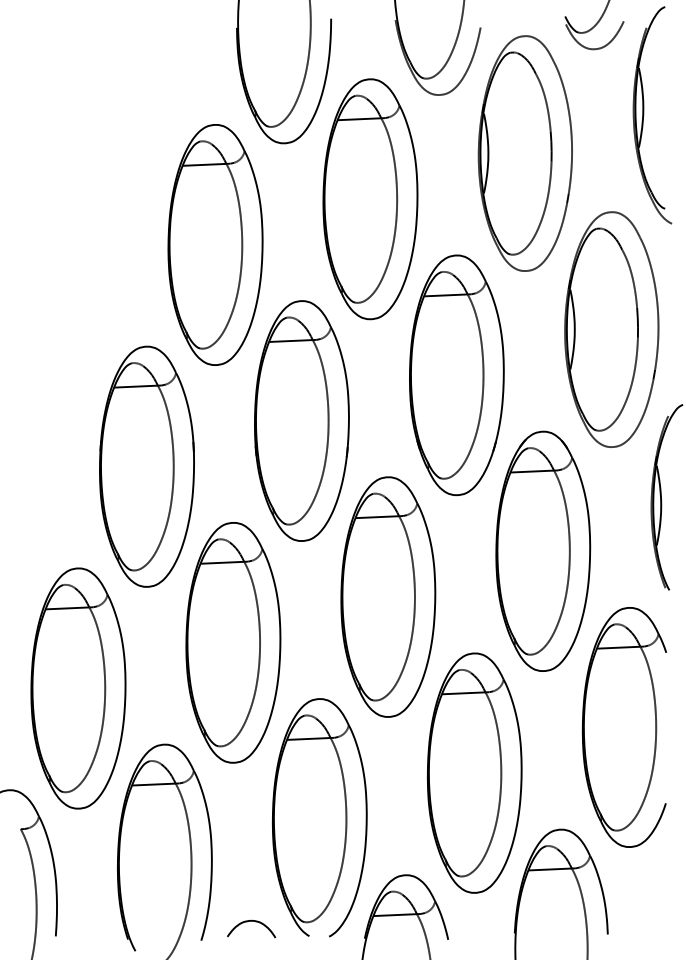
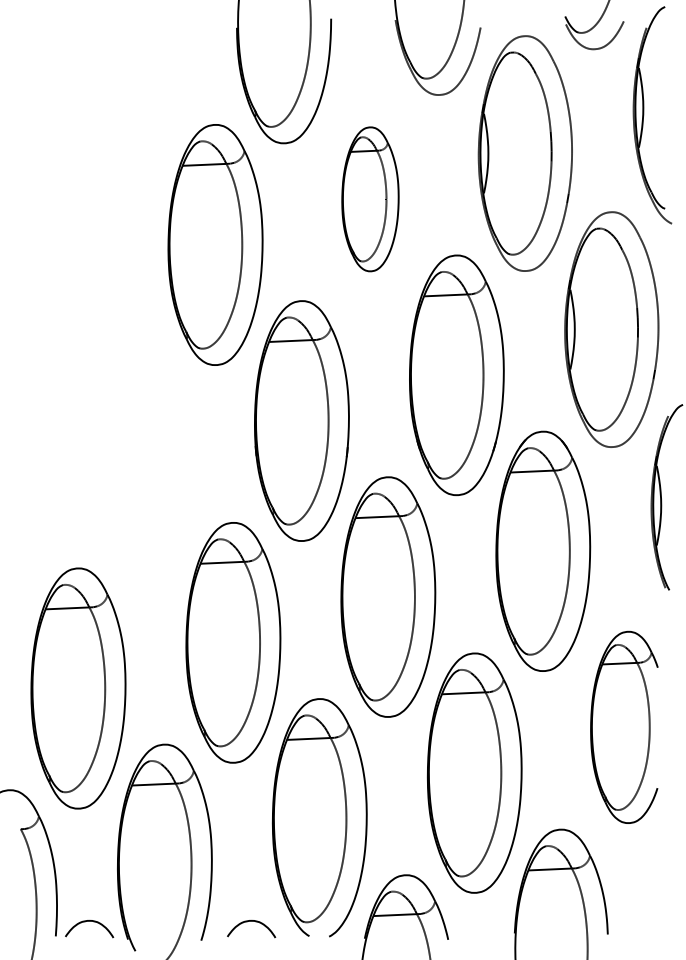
part at (370, 199) size: 97x243 px -> 59x147 px
part at (146, 466): present -> none
part at (623, 727) size: 86x241 px -> 69x194 px
curve at (89, 921): none -> present
